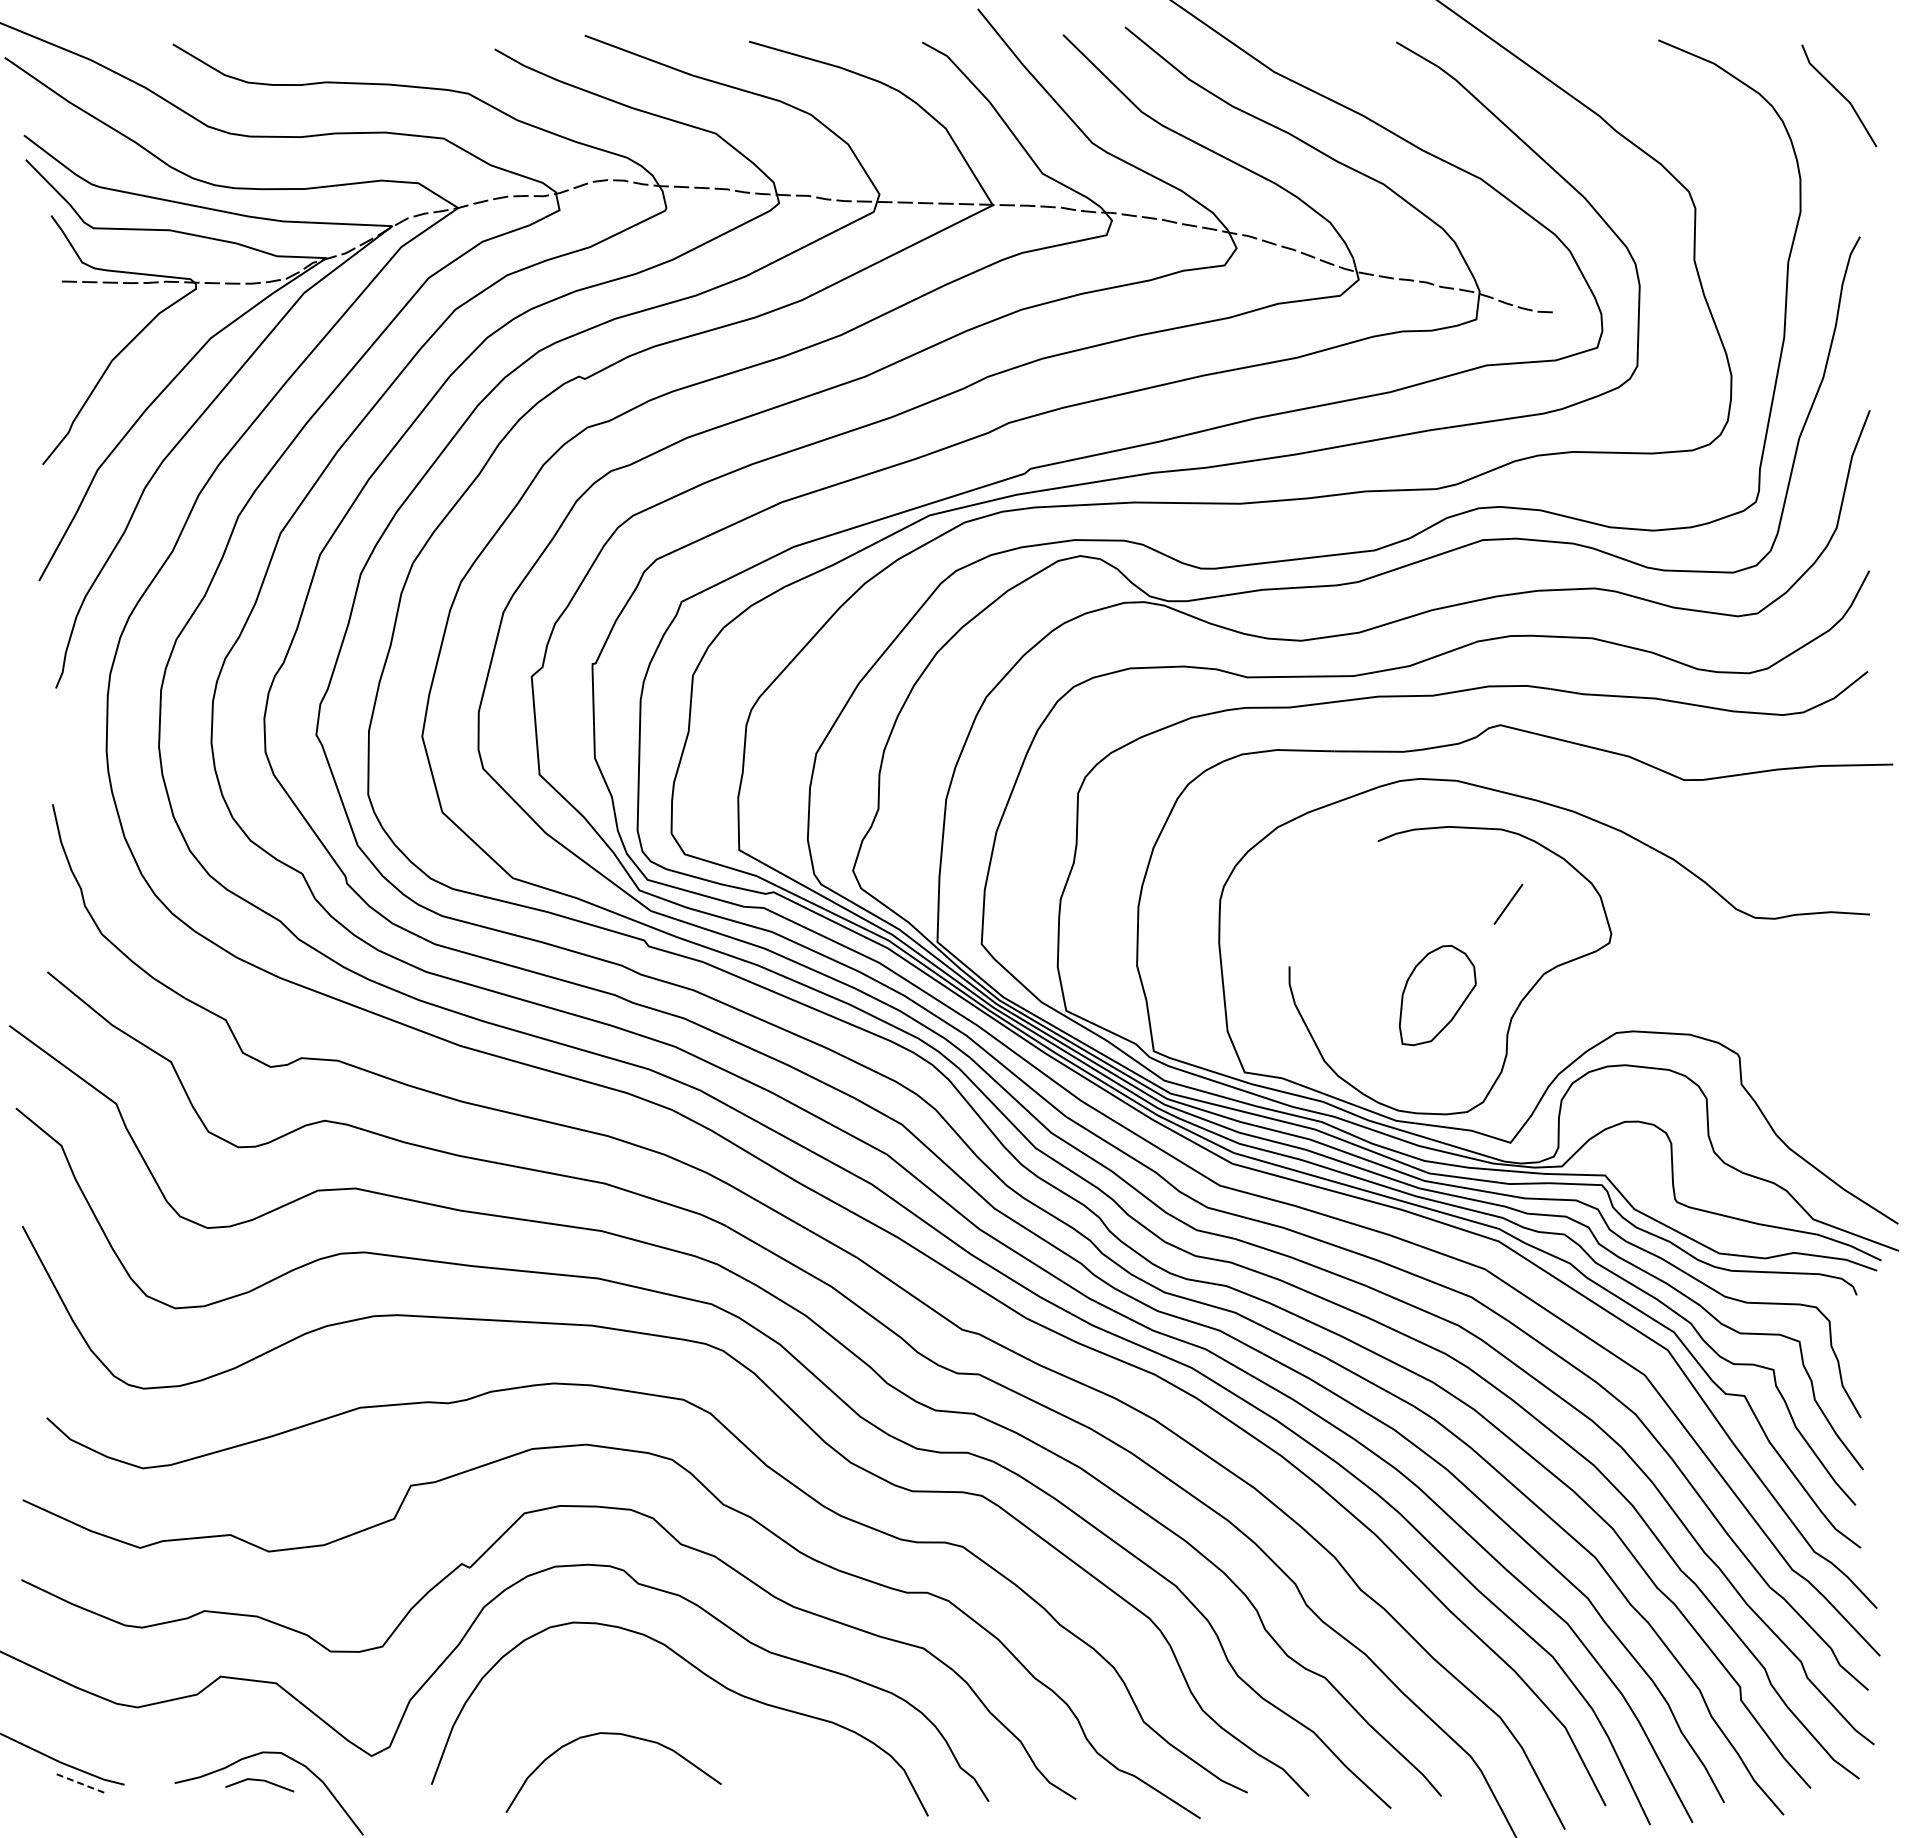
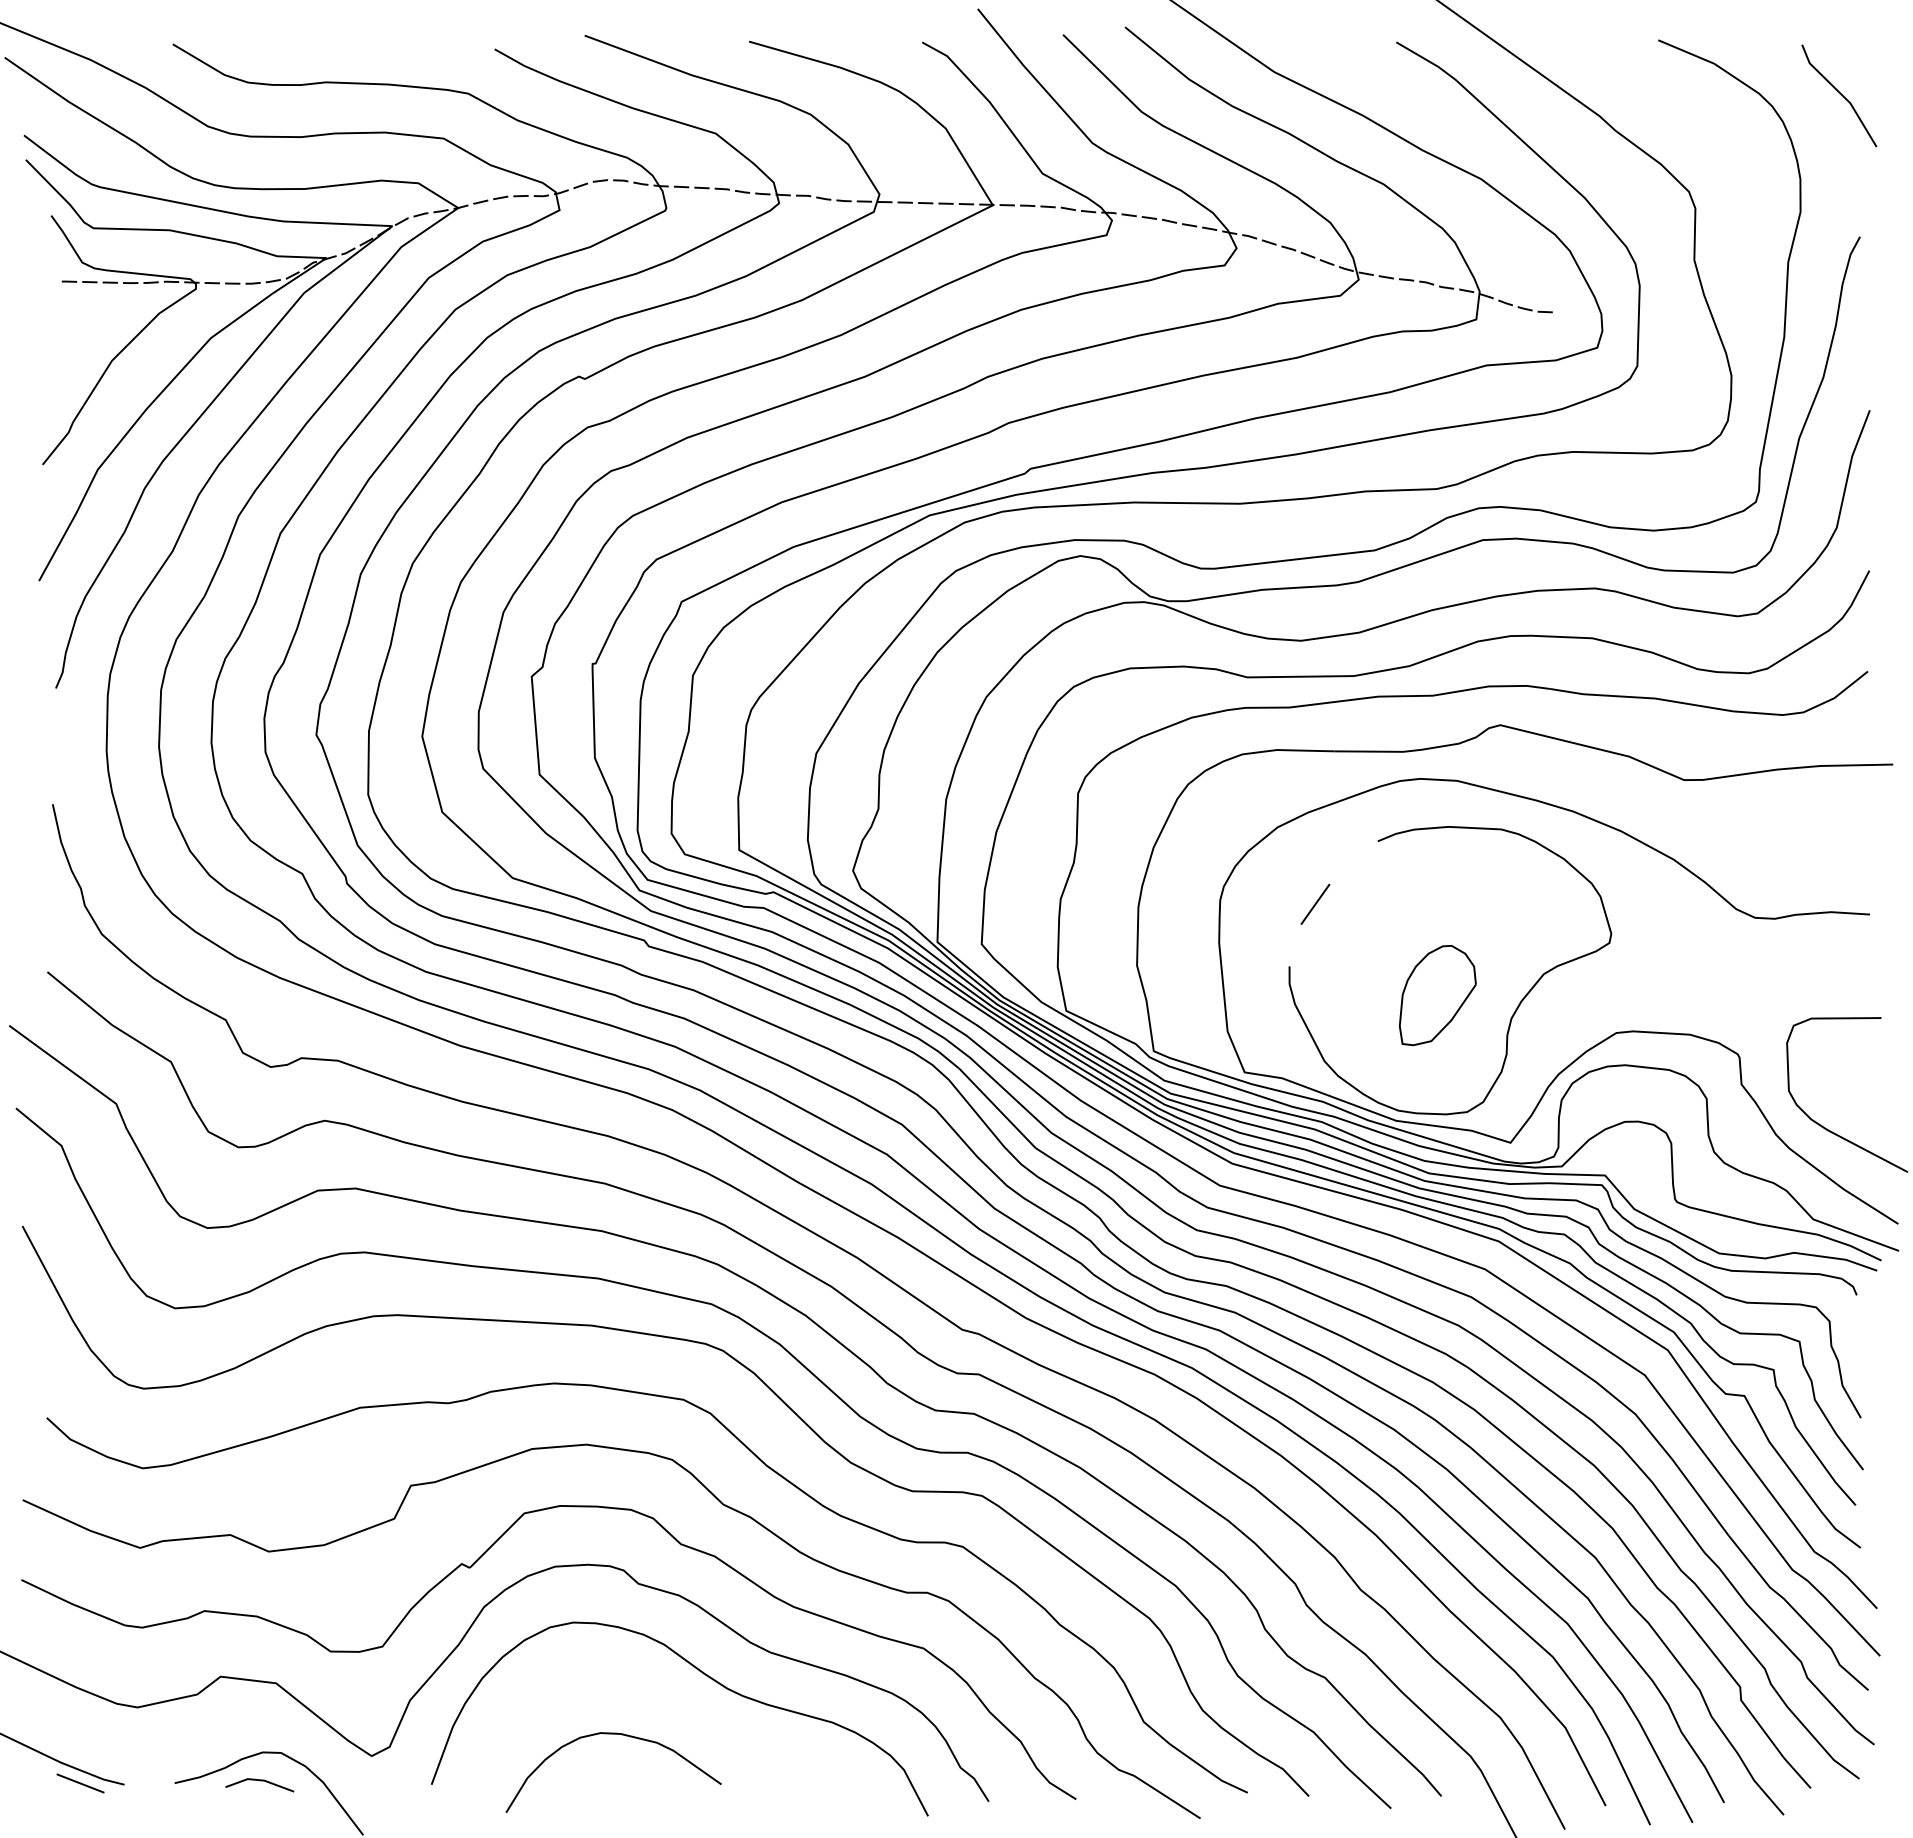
line at (1508, 903) position: (1508, 903) -> (1315, 903)
curve at (1827, 1128): none -> present
line at (80, 1783): dashed -> solid
